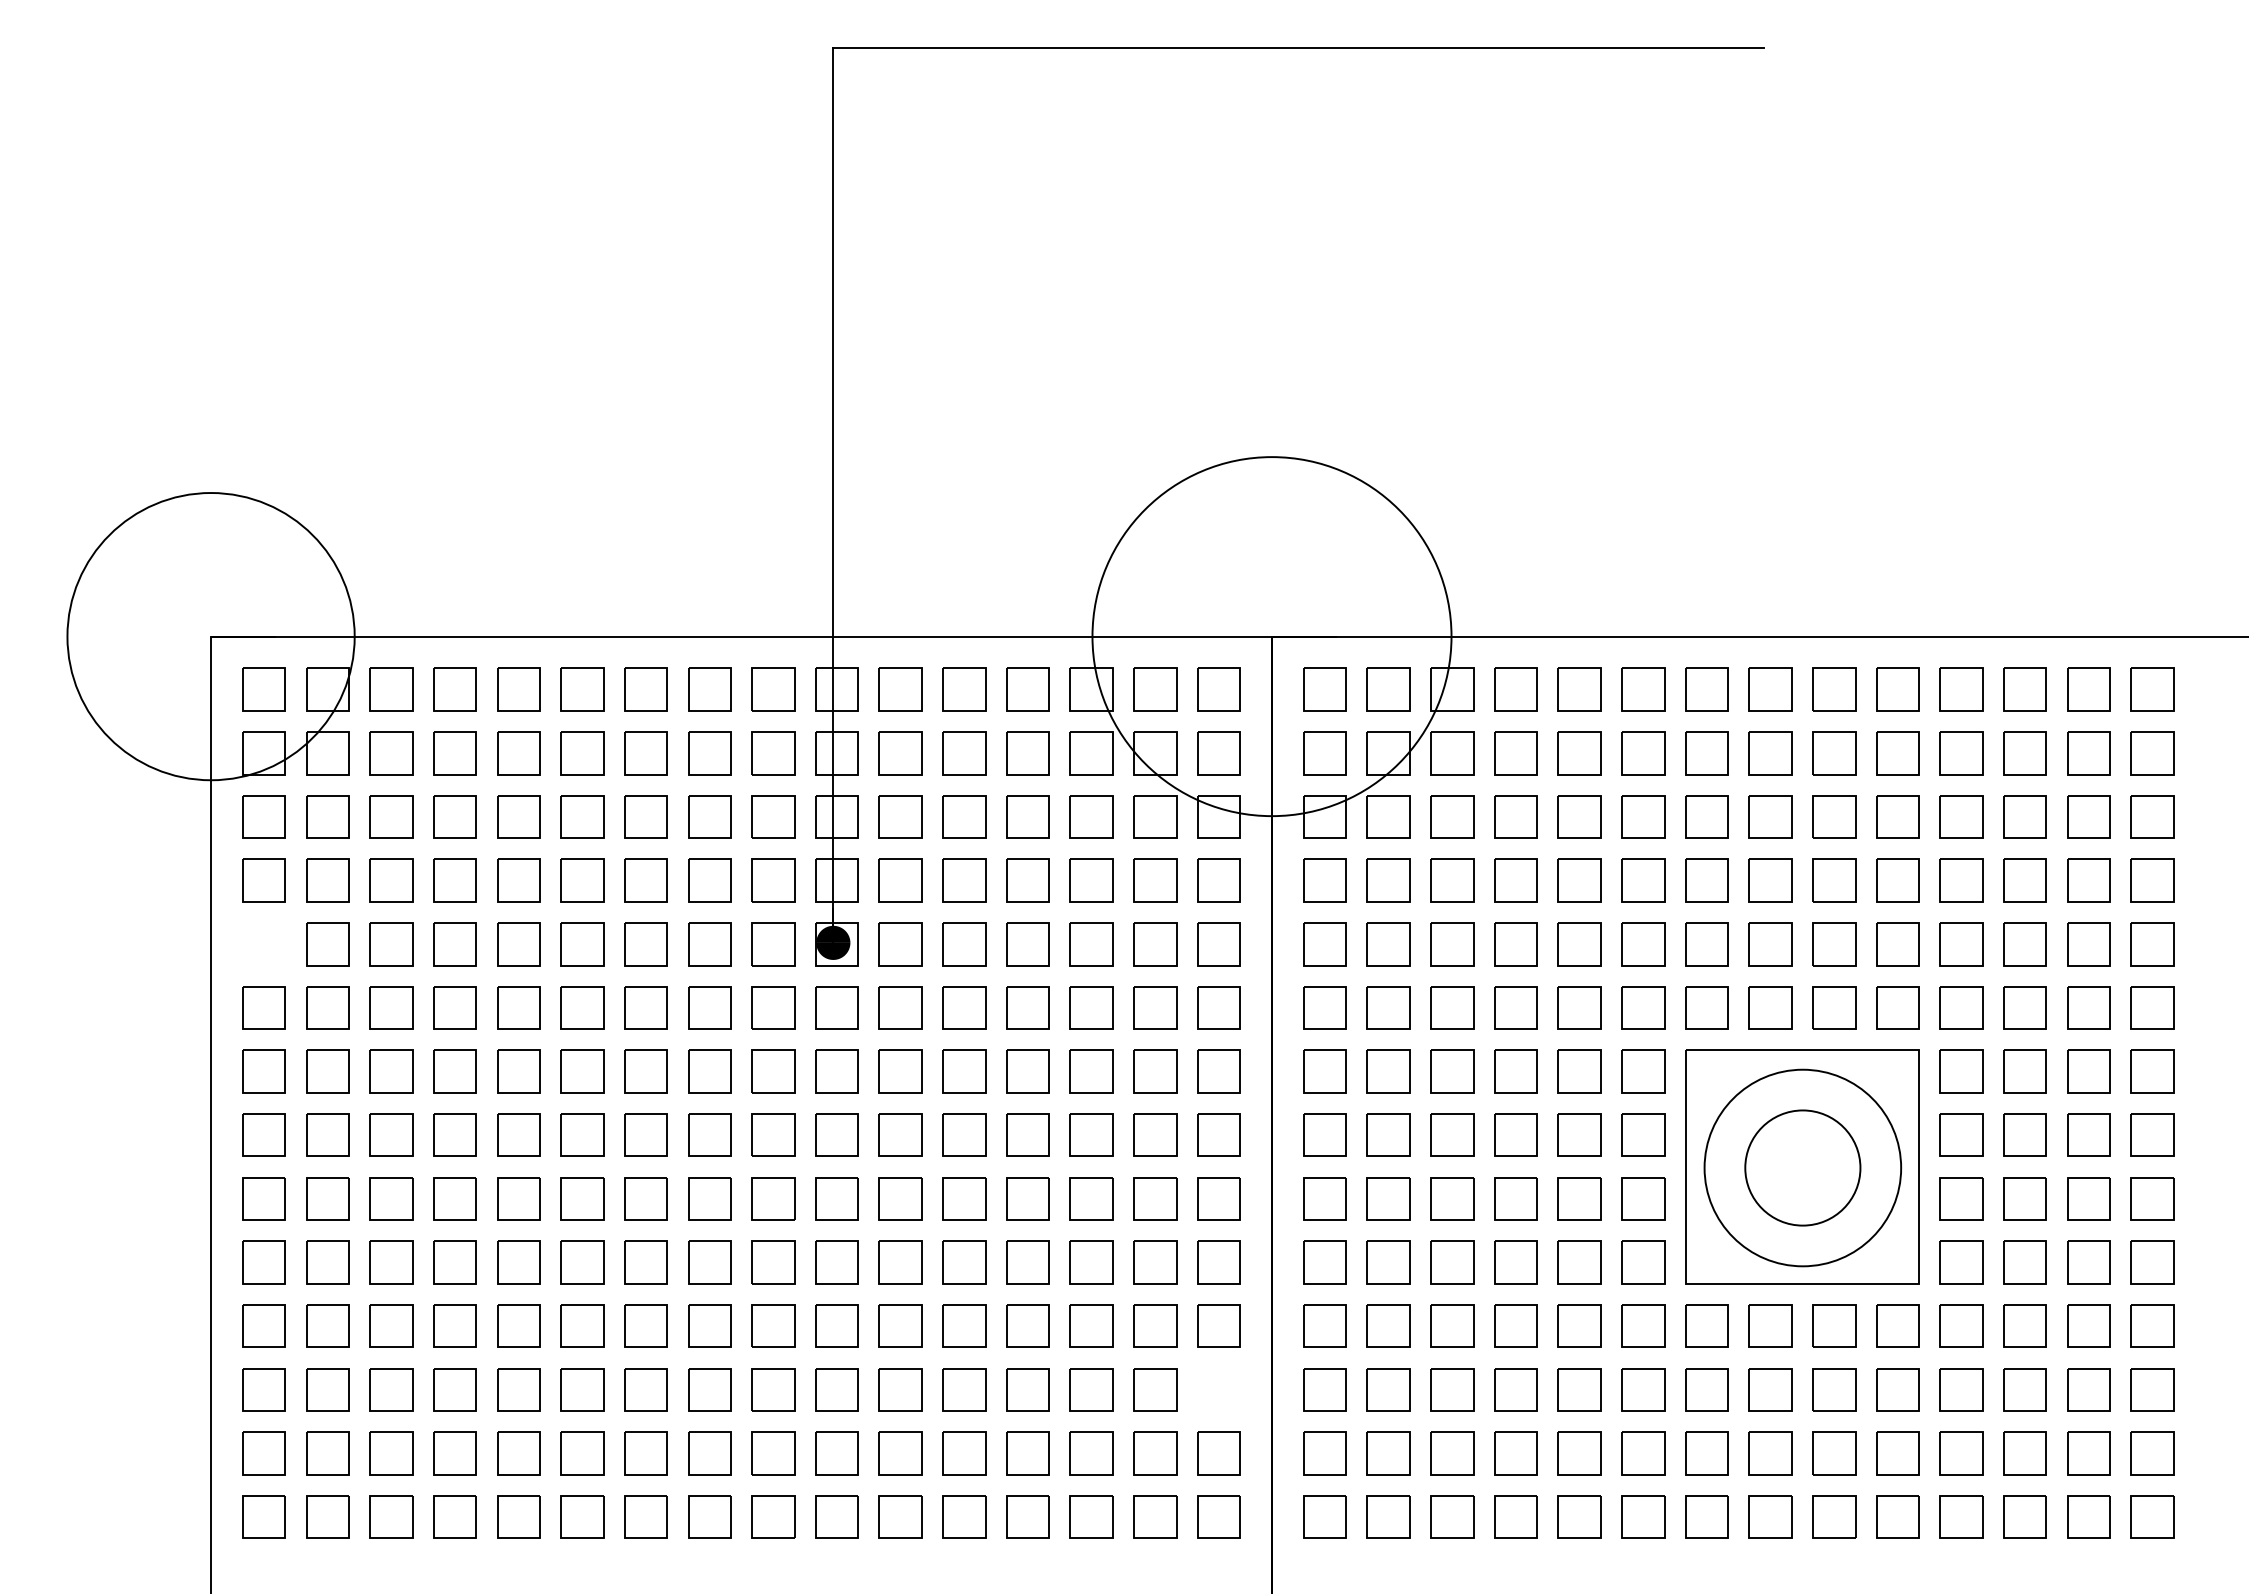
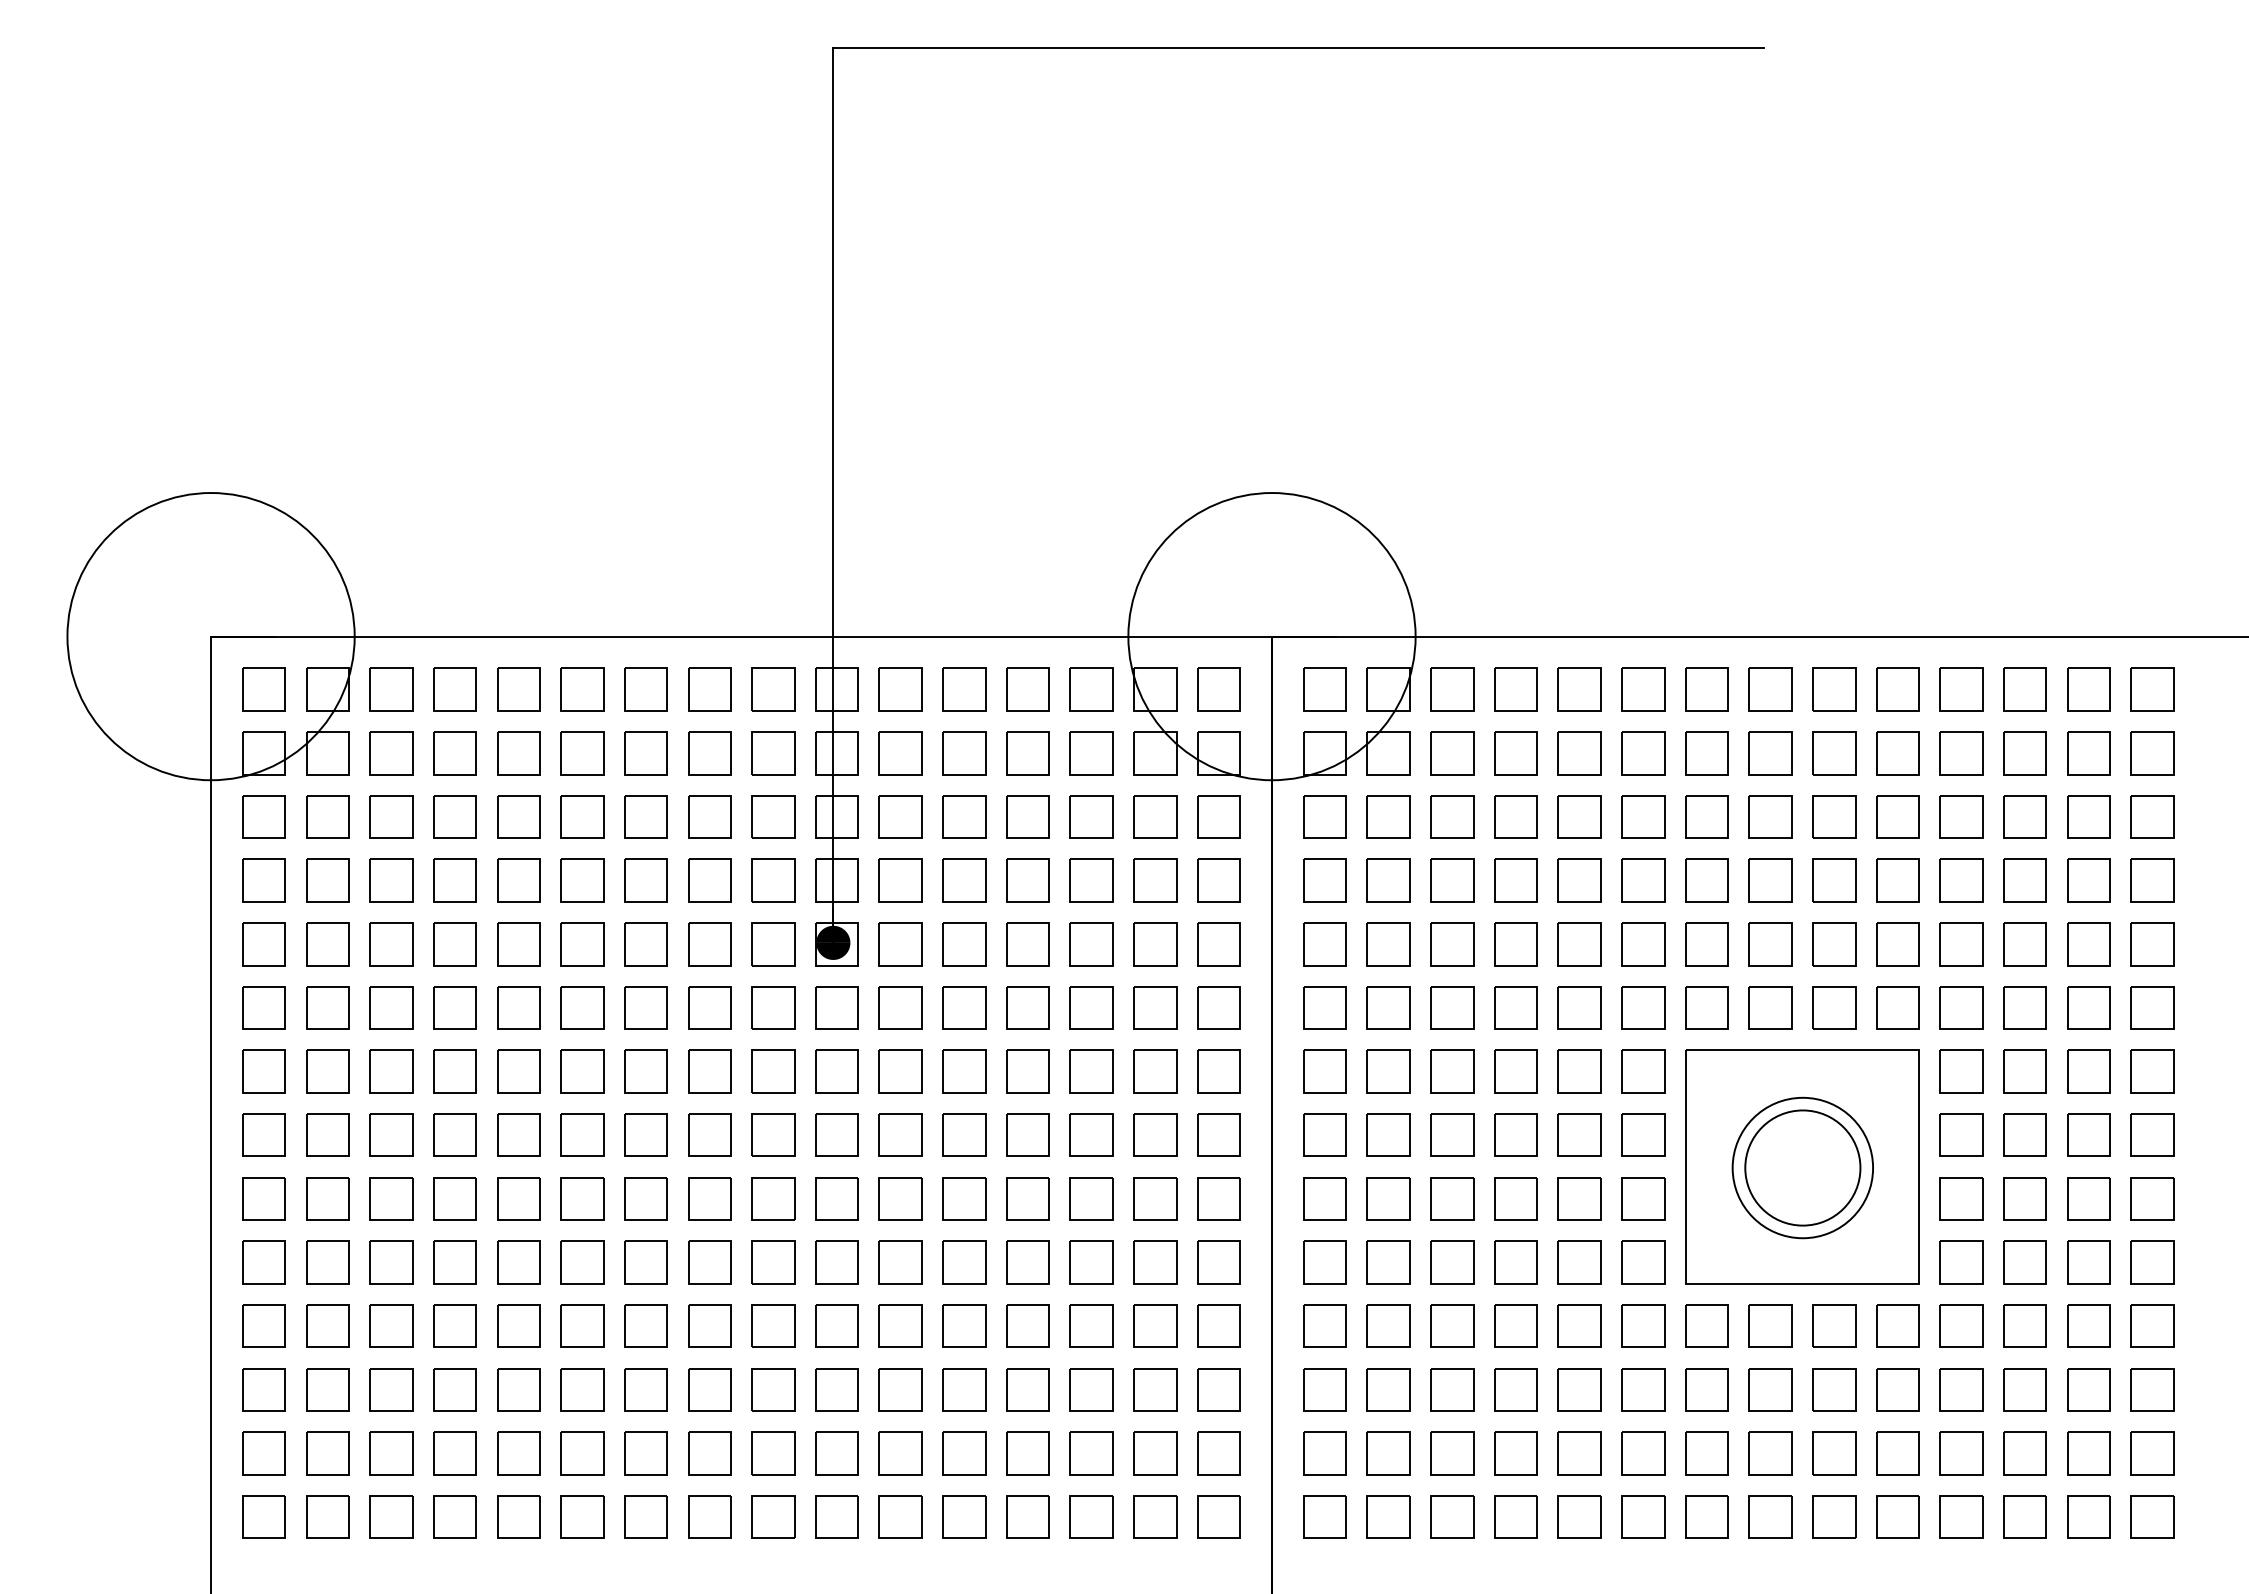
circle at (1271, 636) diameter: 359 px -> 287 px
part at (263, 944): none -> present
circle at (1802, 1167) diameter: 197 px -> 140 px
part at (1218, 1389): none -> present
